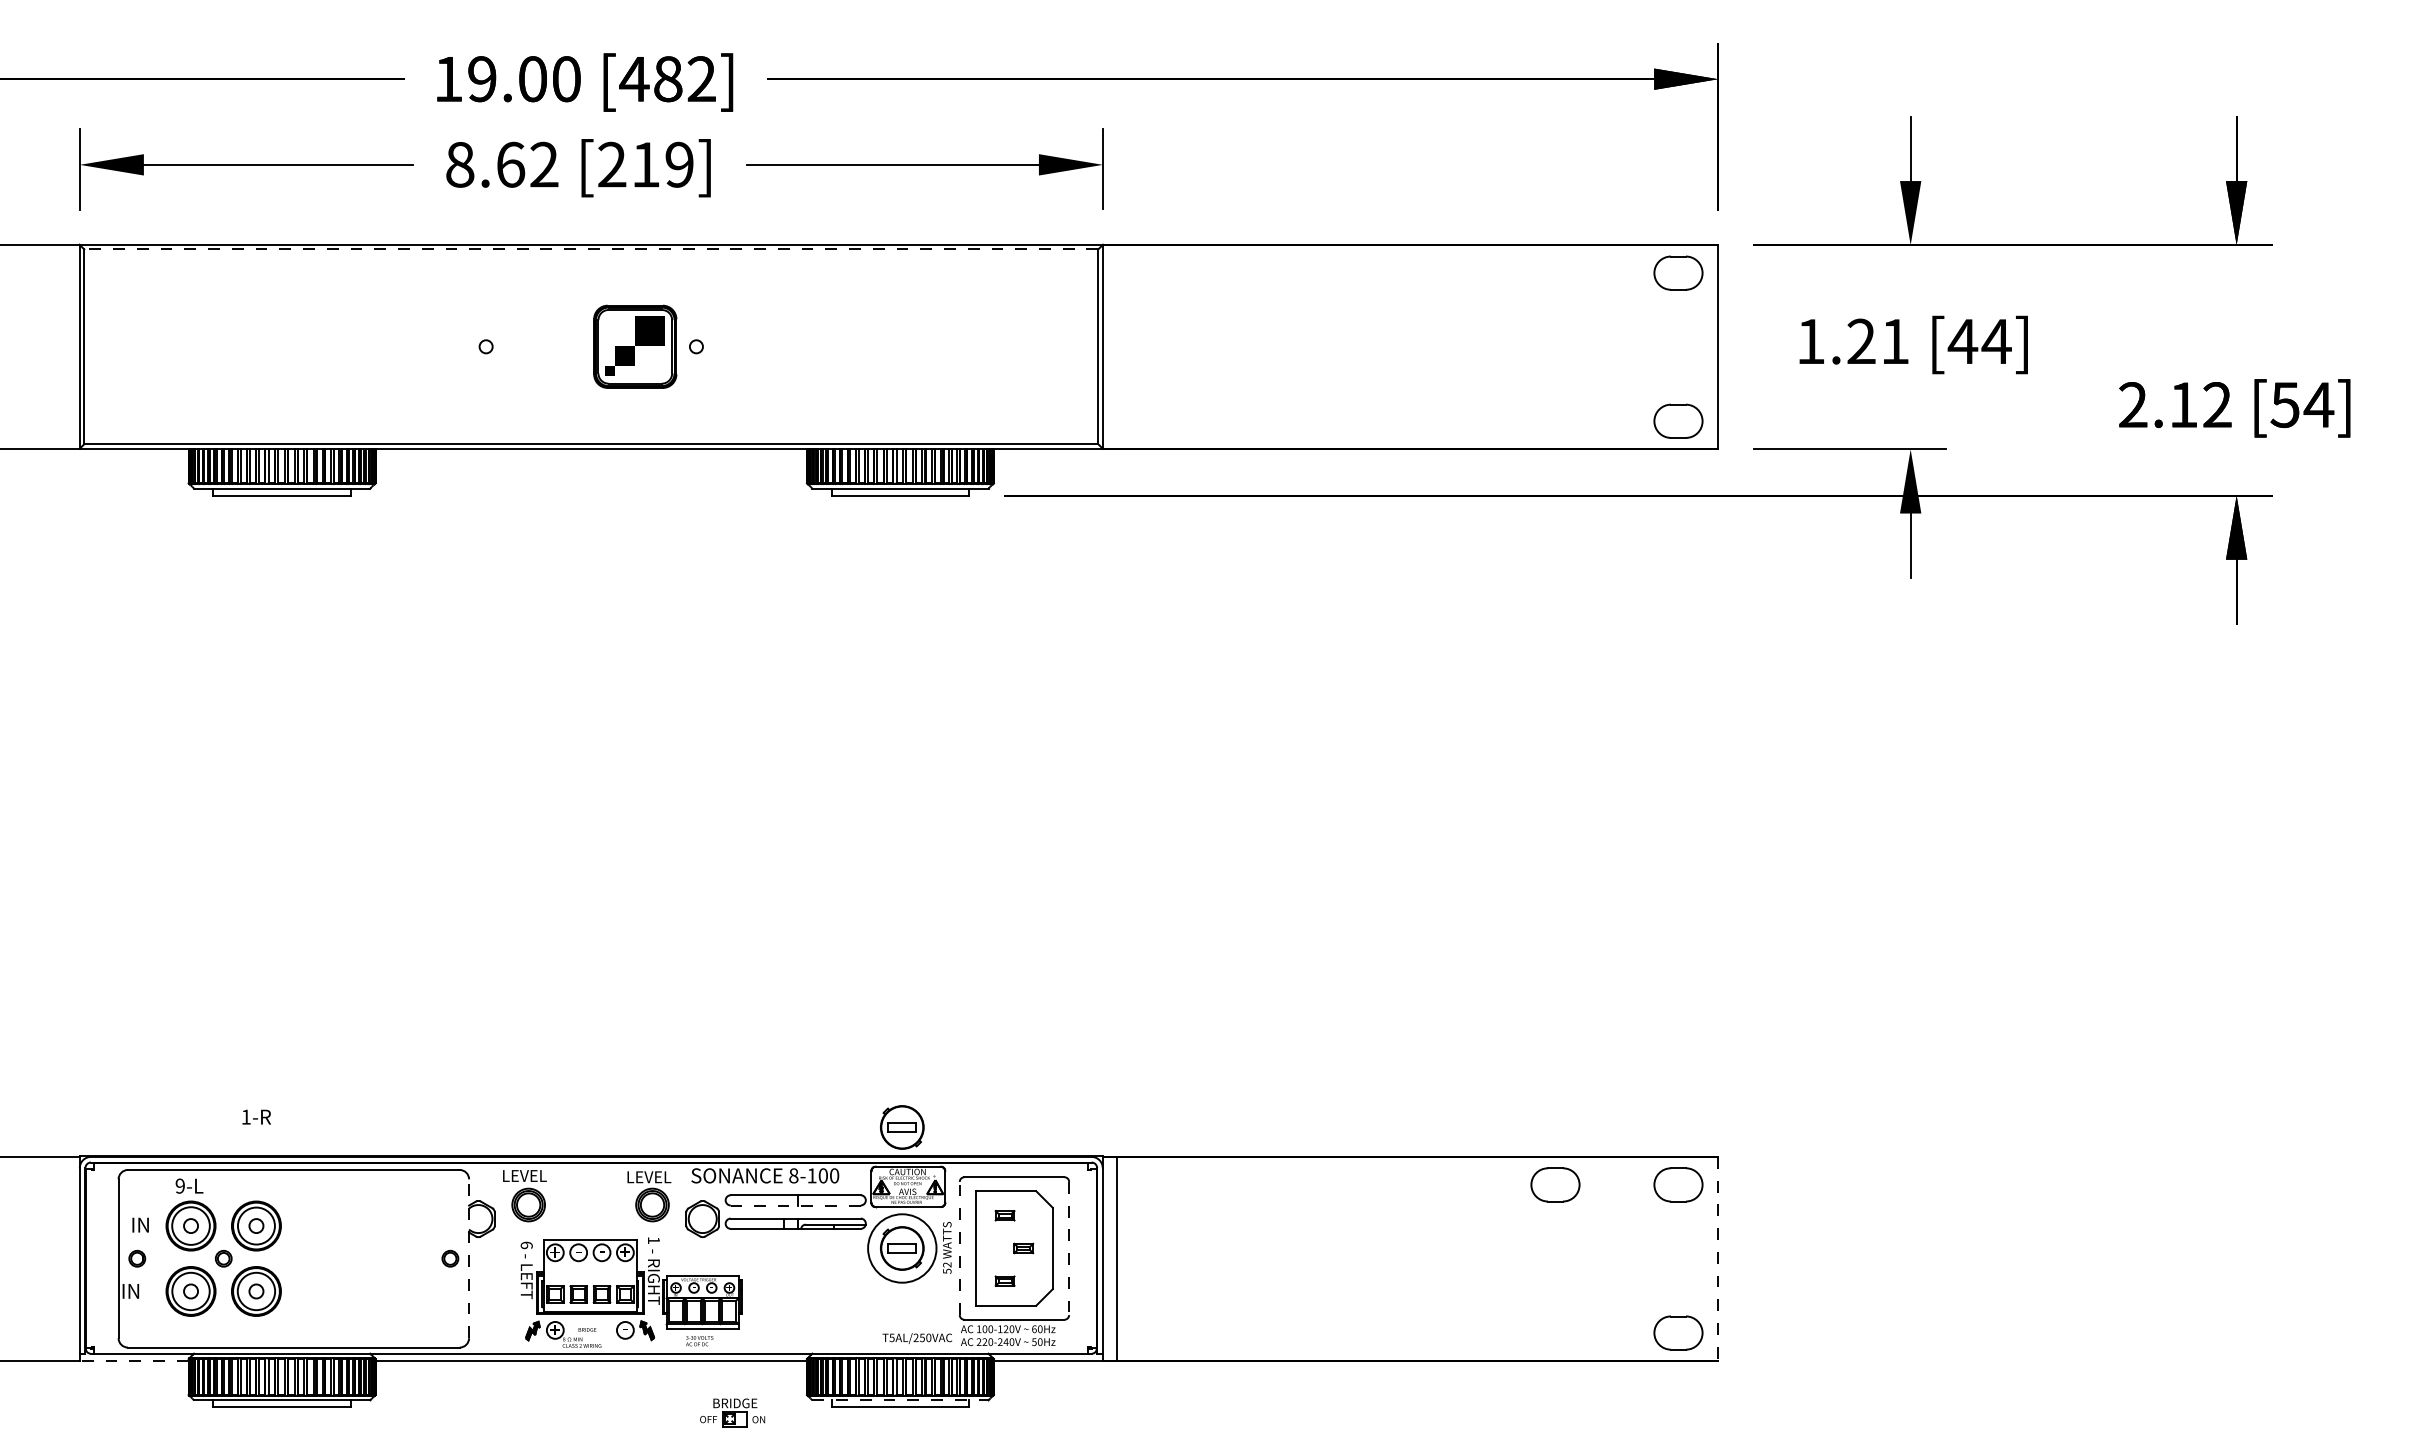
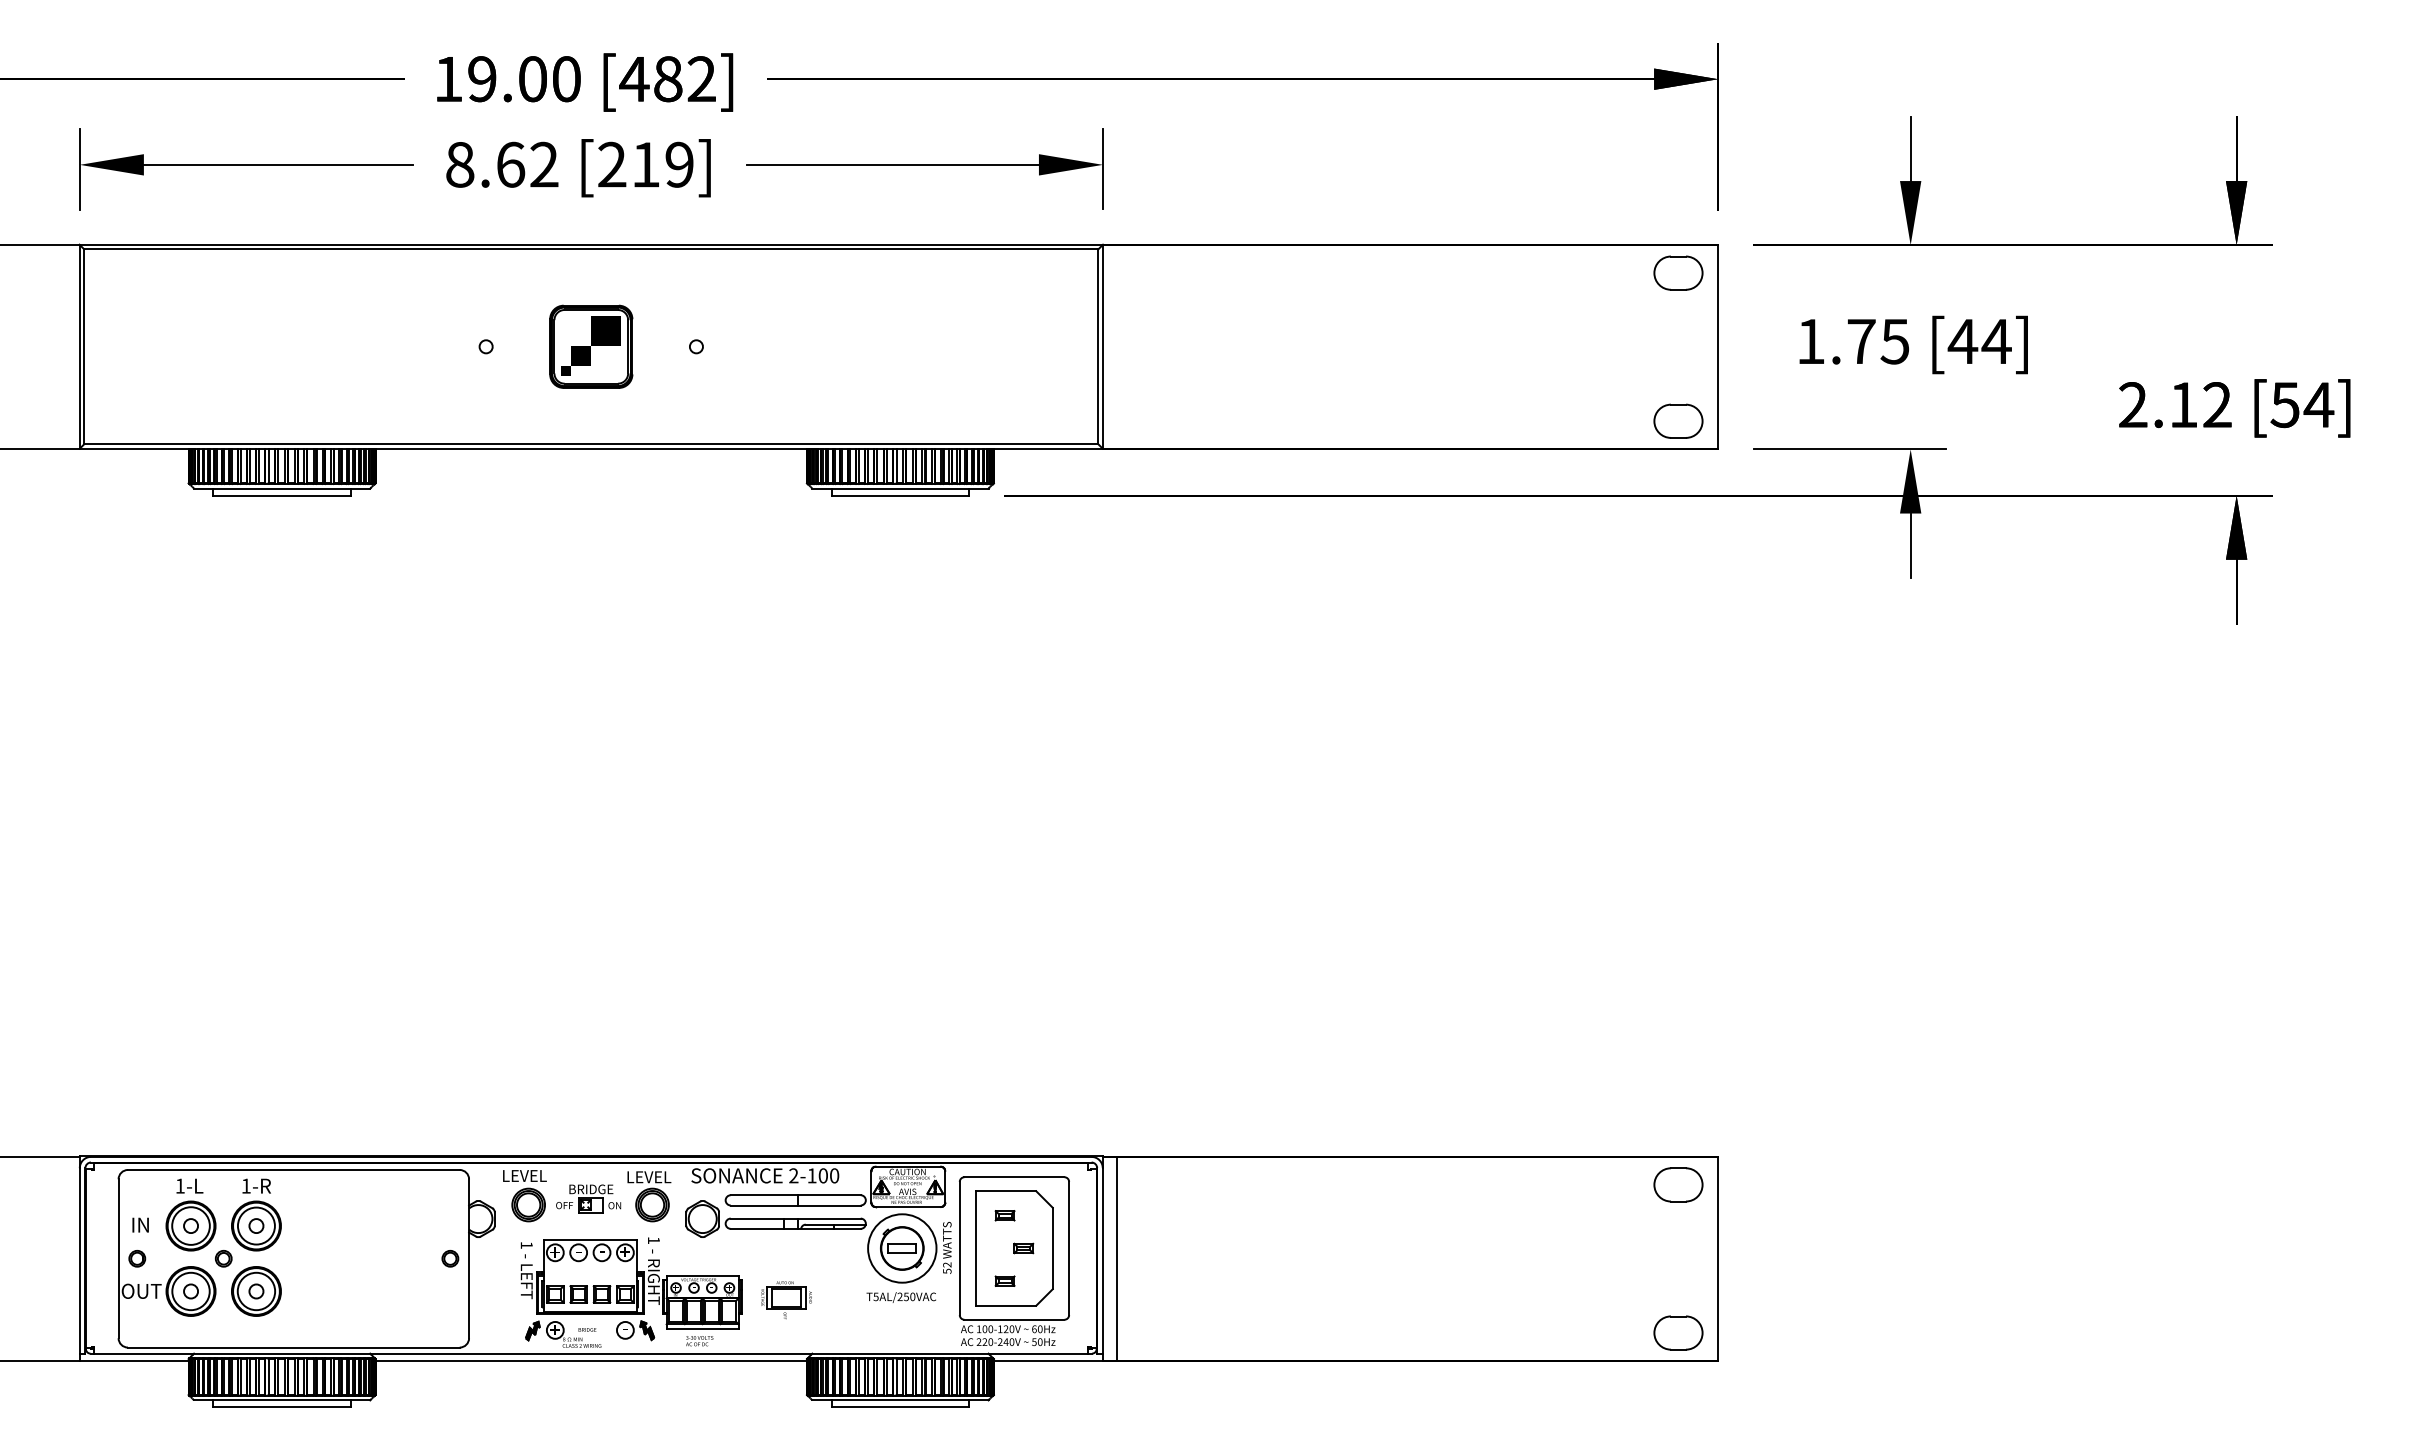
line at (590, 249): dashed -> solid
text at (1877, 341): 1.21 -> 1.75
part at (635, 346) position: (635, 346) -> (591, 346)
text at (256, 1116) position: (256, 1116) -> (256, 1185)
part at (902, 1127): present -> none
text at (793, 1175): 8-100 -> 2-100
part at (1555, 1184): present -> none
text at (179, 1185): 9-L -> 1-L
line at (795, 1205): dashed -> solid
text at (526, 1245): 6 -> 1
line at (959, 1248): dashed -> solid
line at (1069, 1248): dashed -> solid
line at (469, 1258): dashed -> solid
line at (1718, 1259): dashed -> solid
text at (141, 1290): IN -> OUT
part at (786, 1300): none -> present
text at (916, 1338) position: (916, 1338) -> (900, 1297)
line at (133, 1360): dashed -> solid
line at (900, 1400): dashed -> solid
part at (732, 1412) position: (732, 1412) -> (588, 1198)
